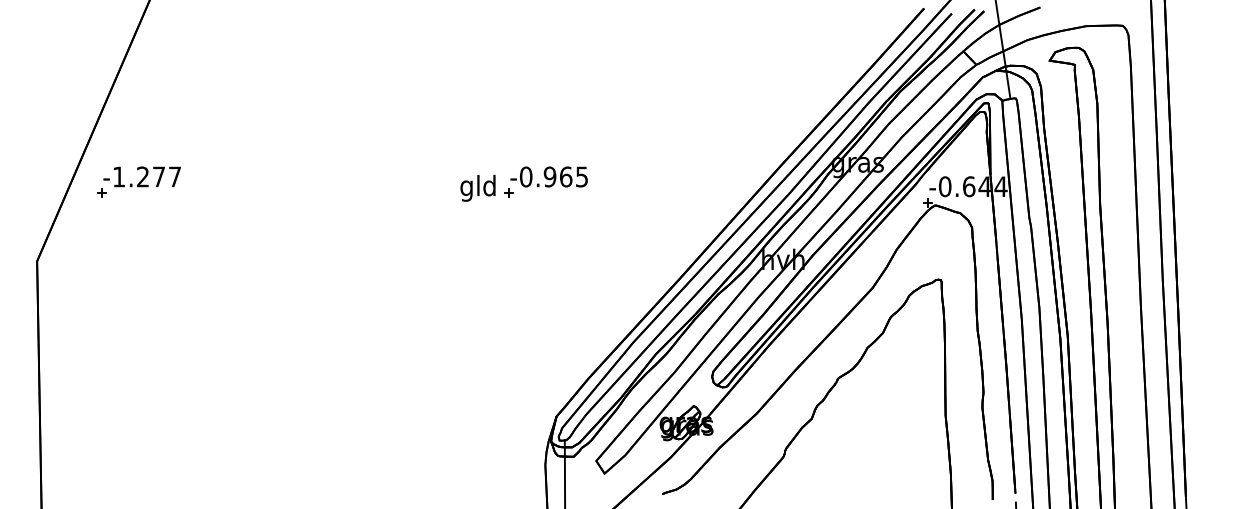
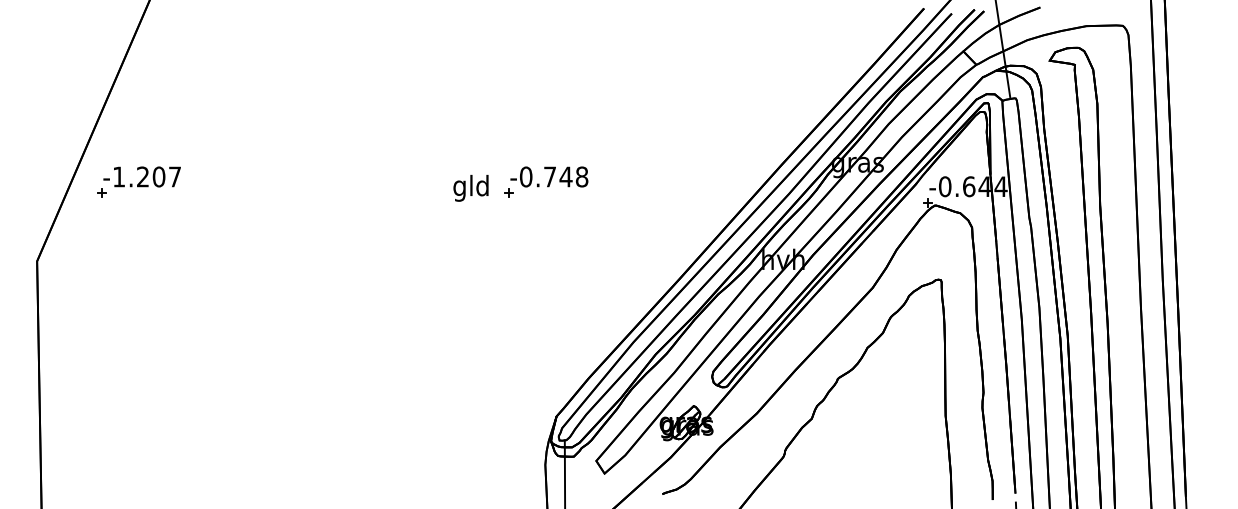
text at (158, 176): -1.277 -> -1.207
text at (565, 176): -0.965 -> -0.748
text at (477, 188) position: (477, 188) -> (470, 188)
